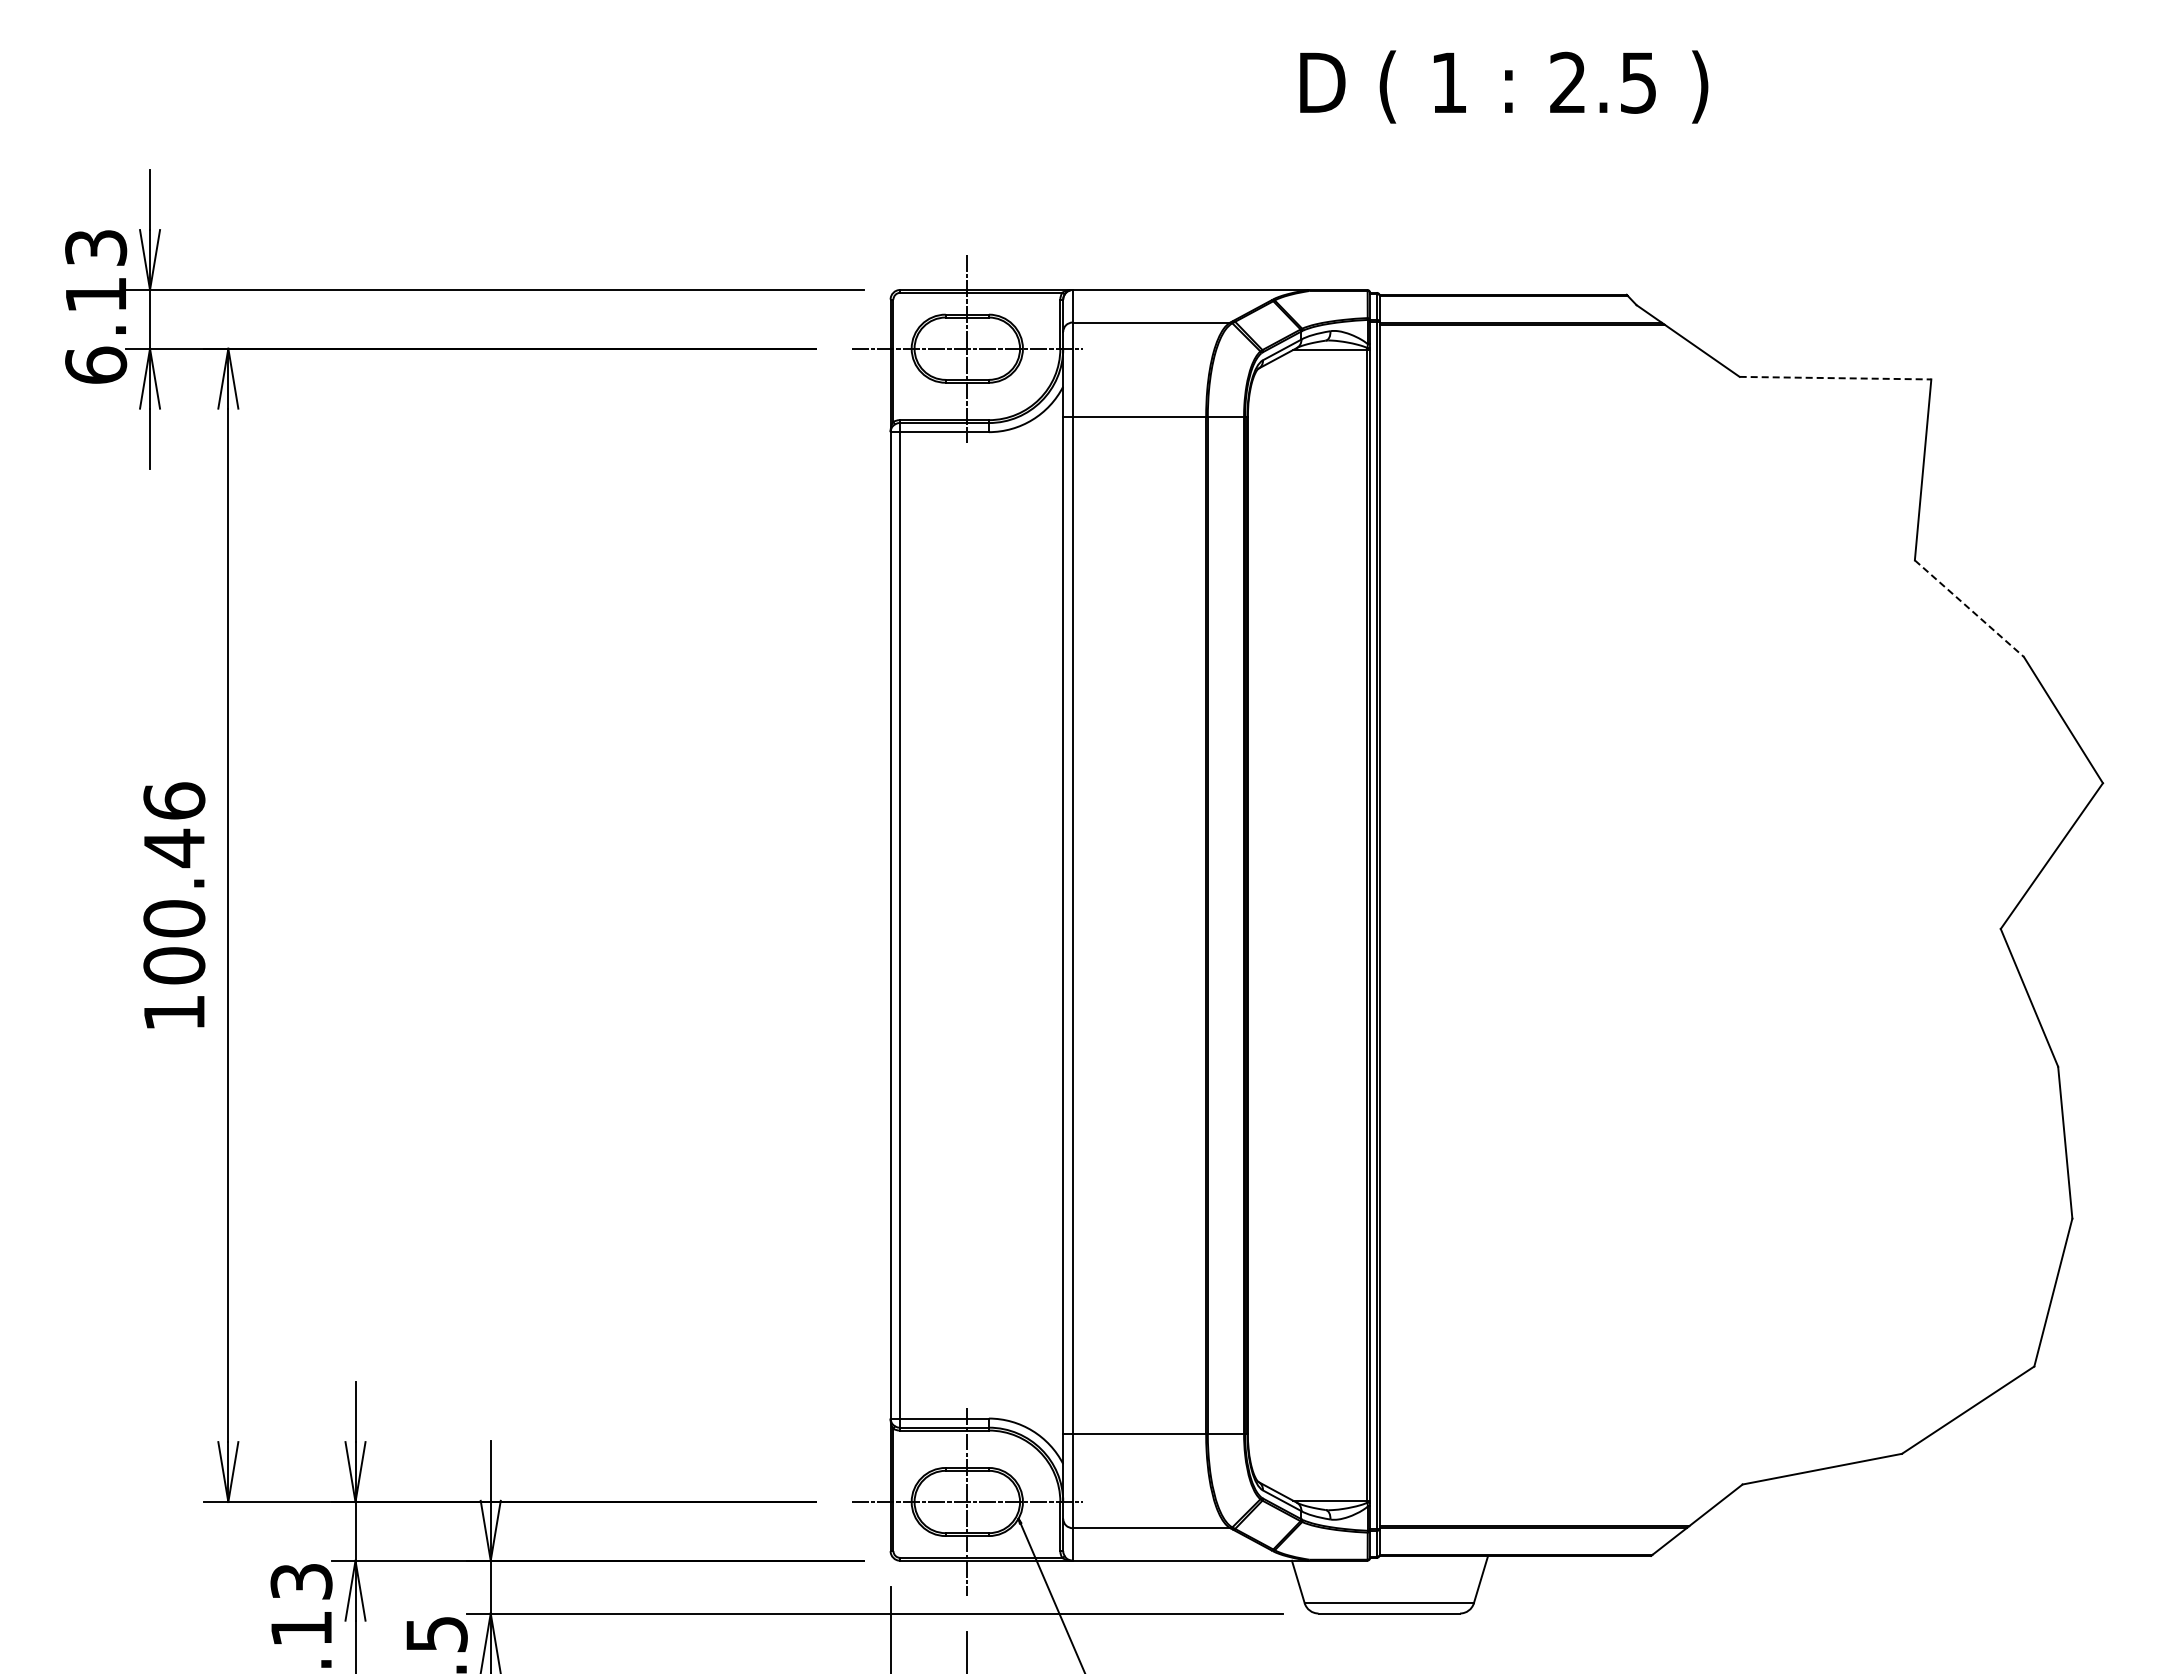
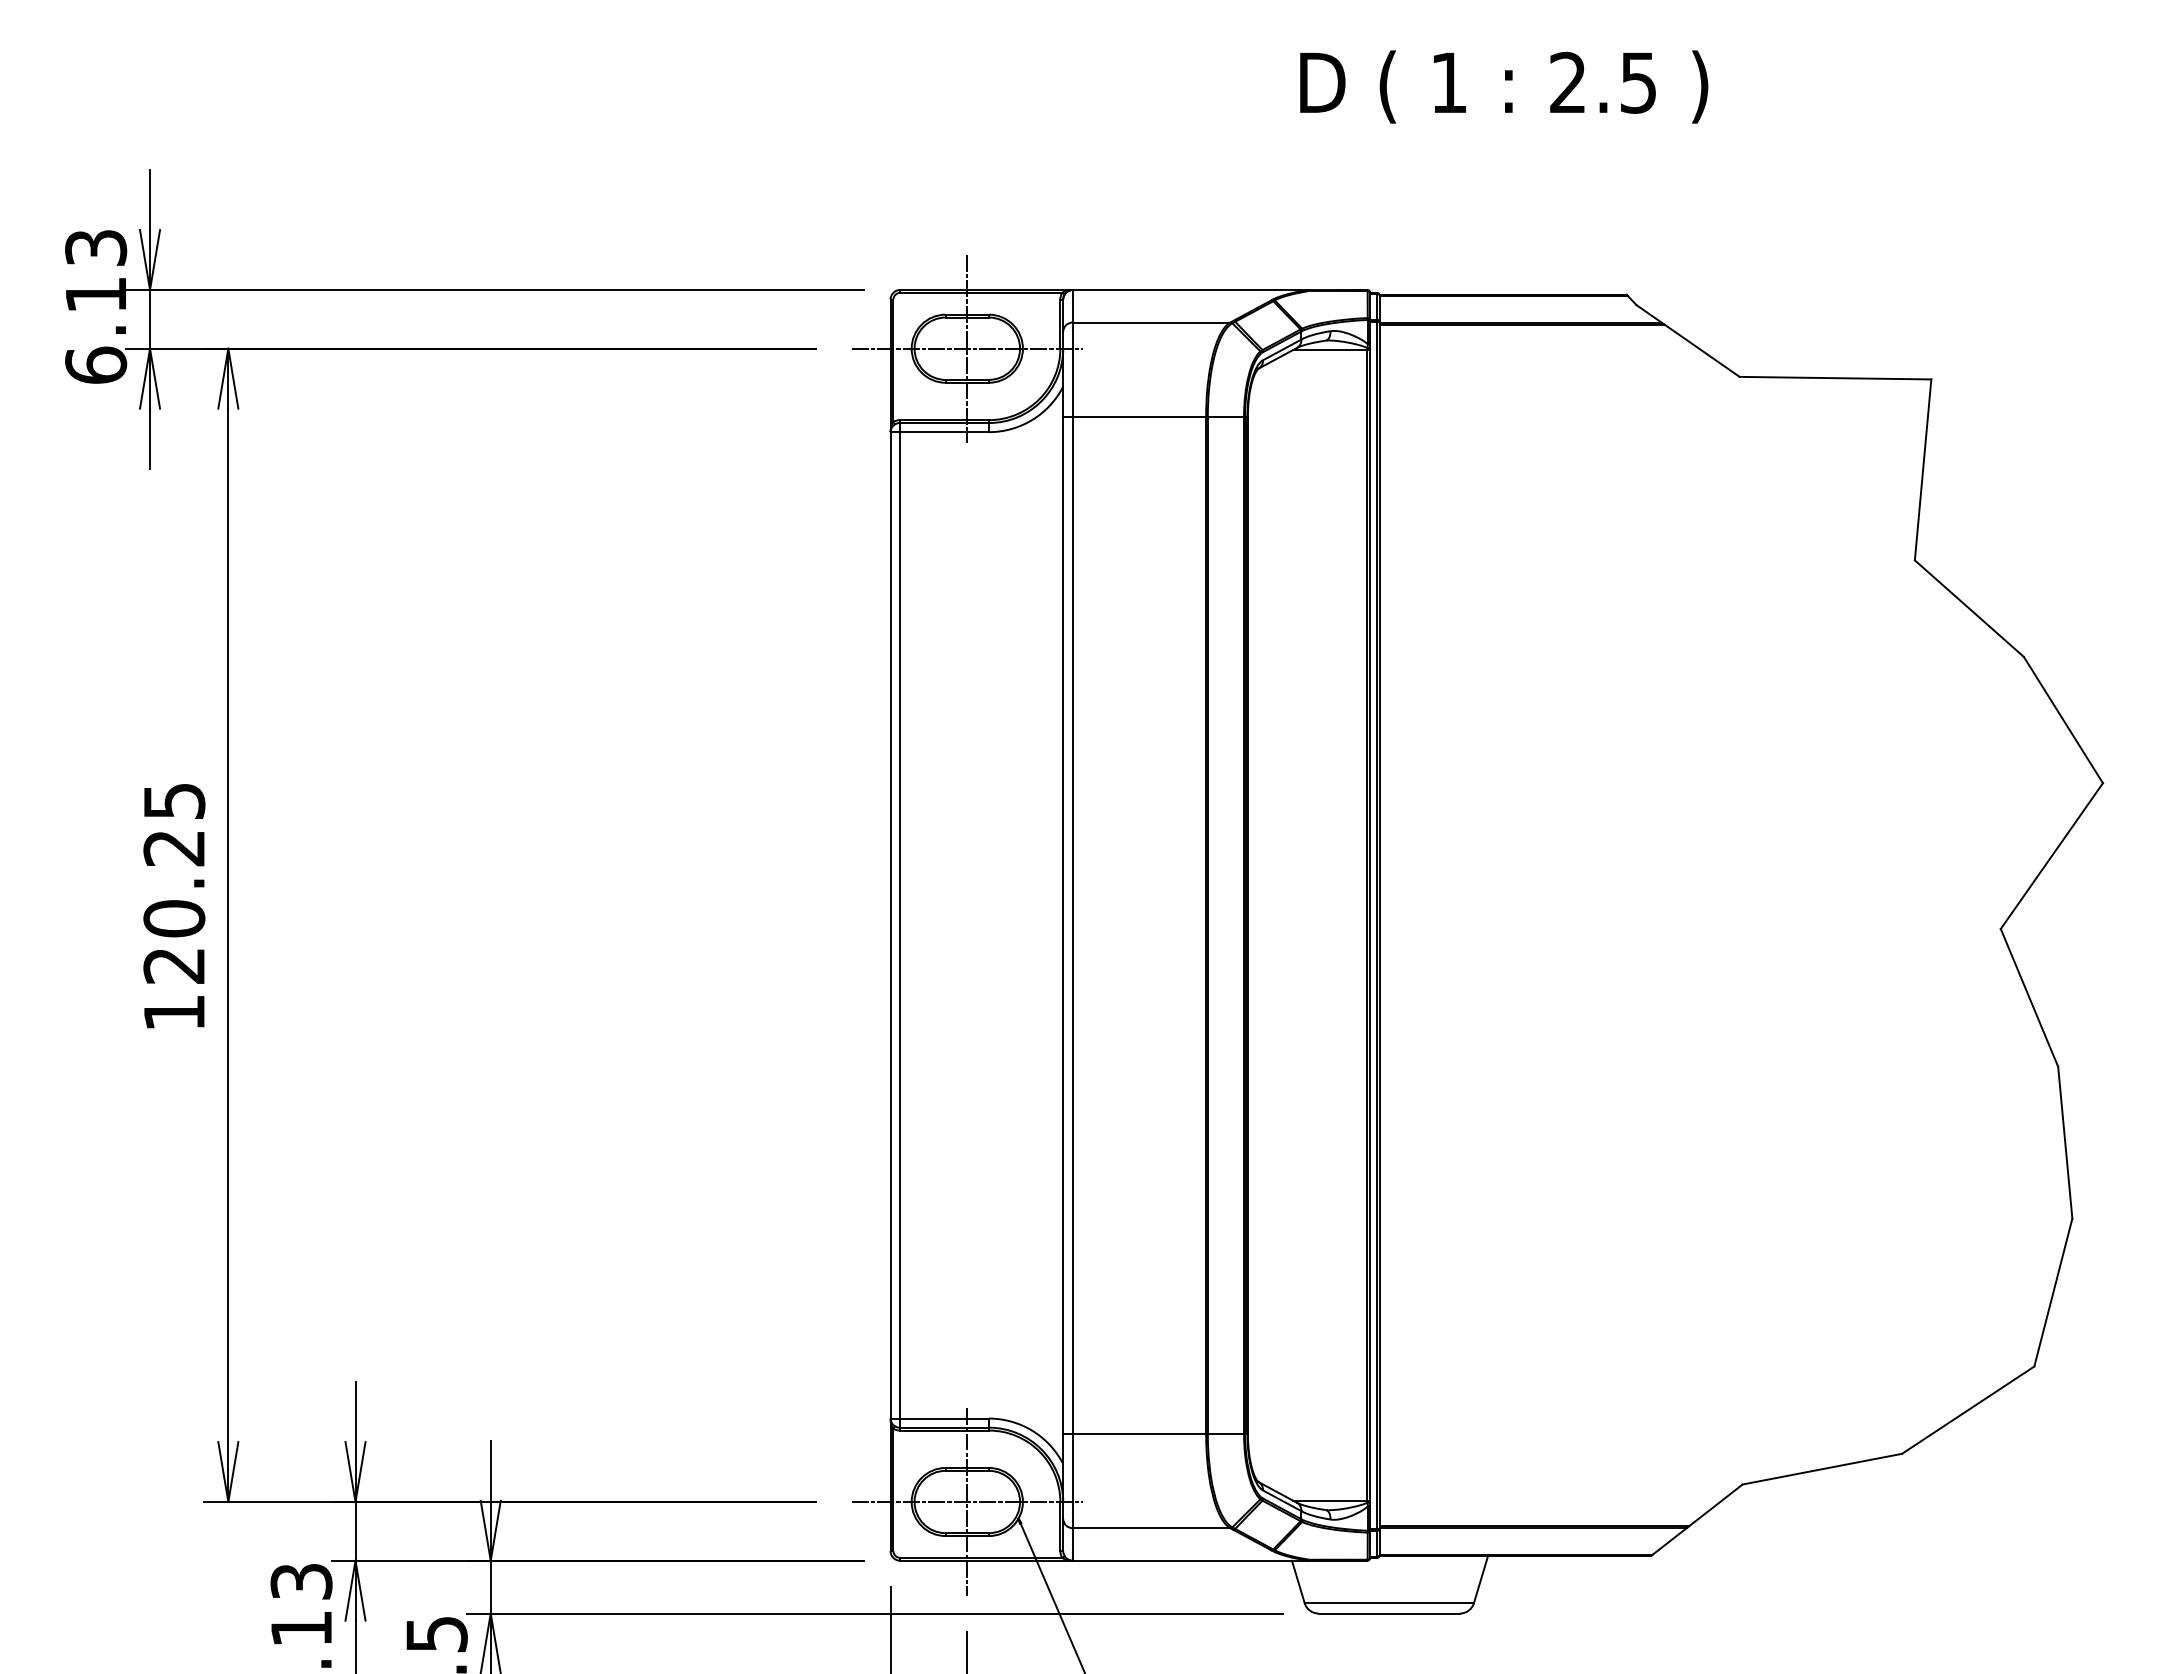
line at (1835, 378): dashed -> solid
line at (1969, 608): dashed -> solid
text at (174, 883): 100.46 -> 120.25
